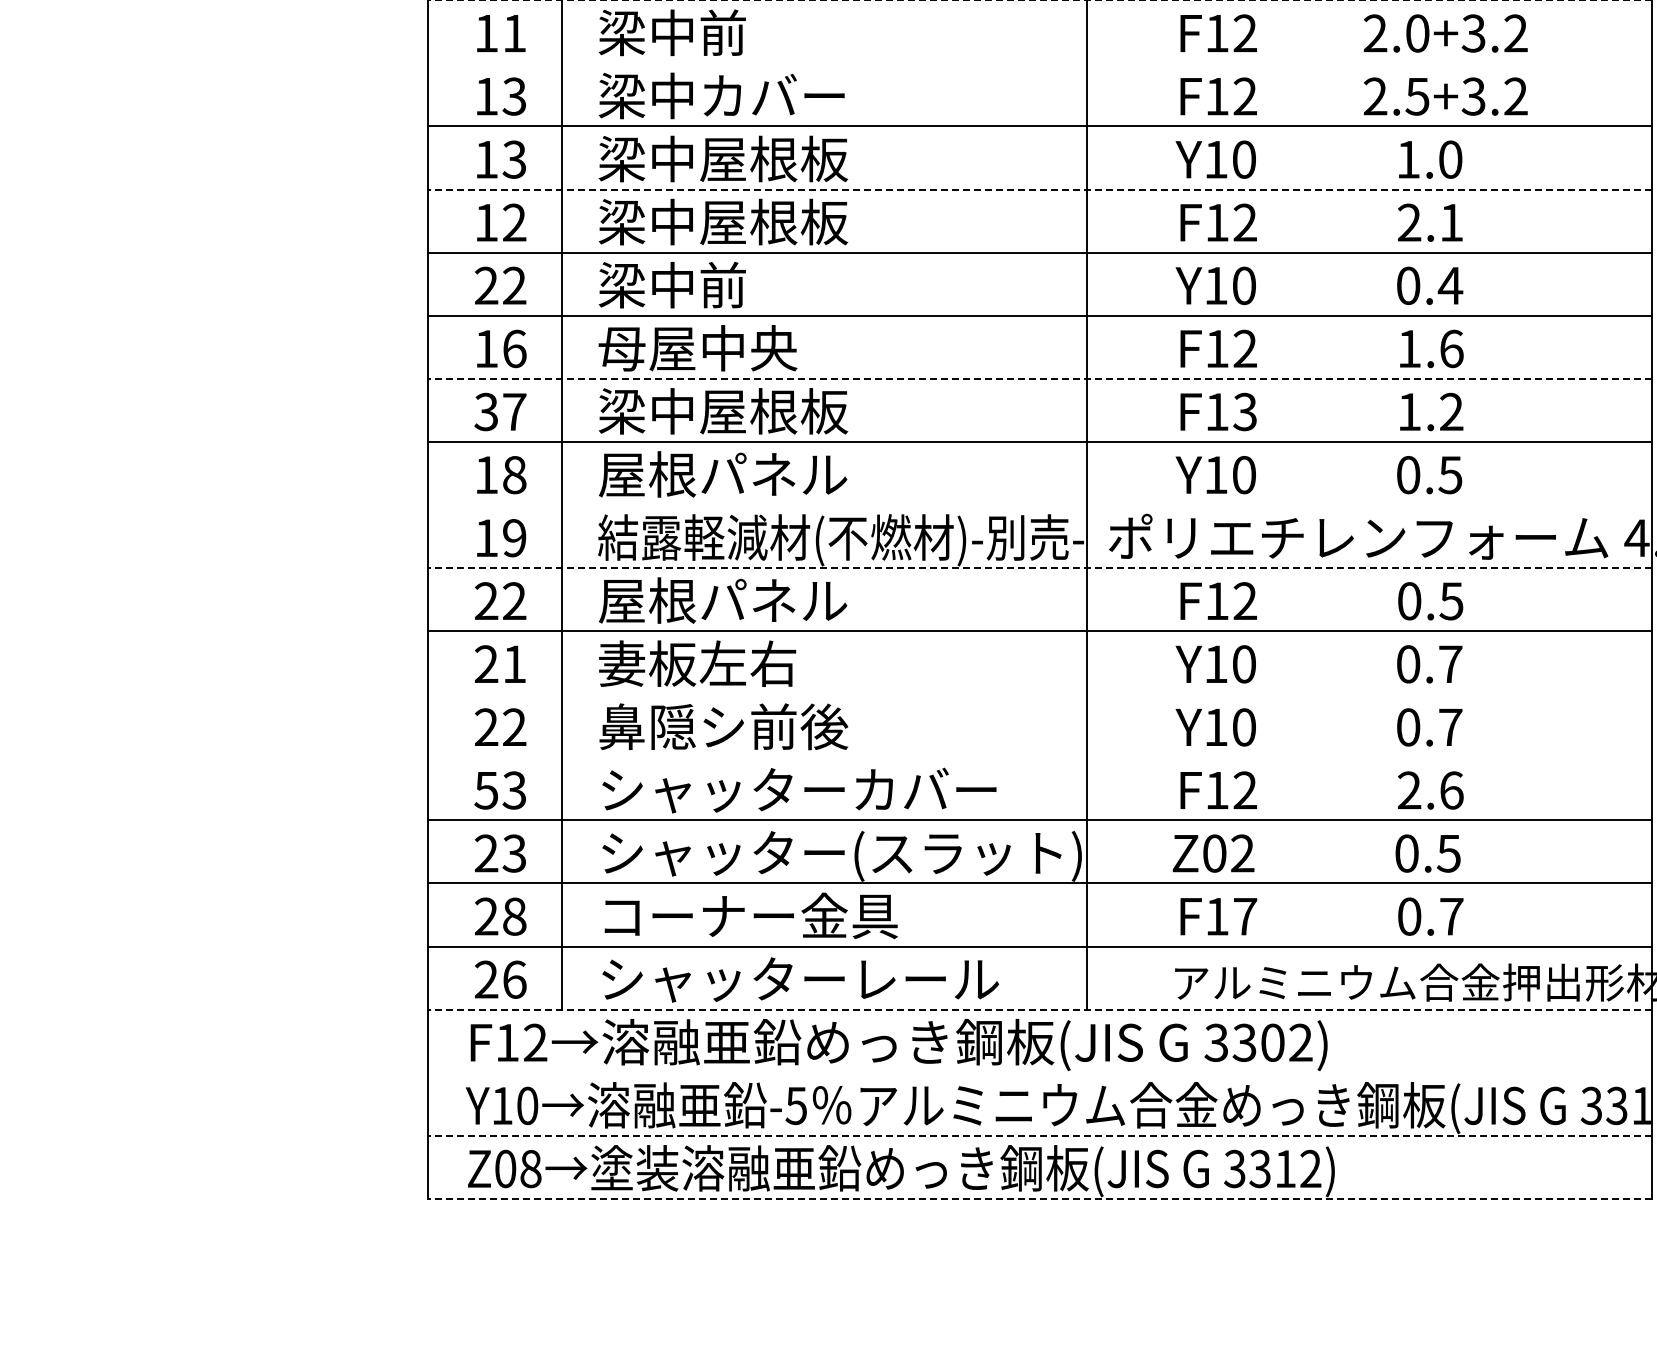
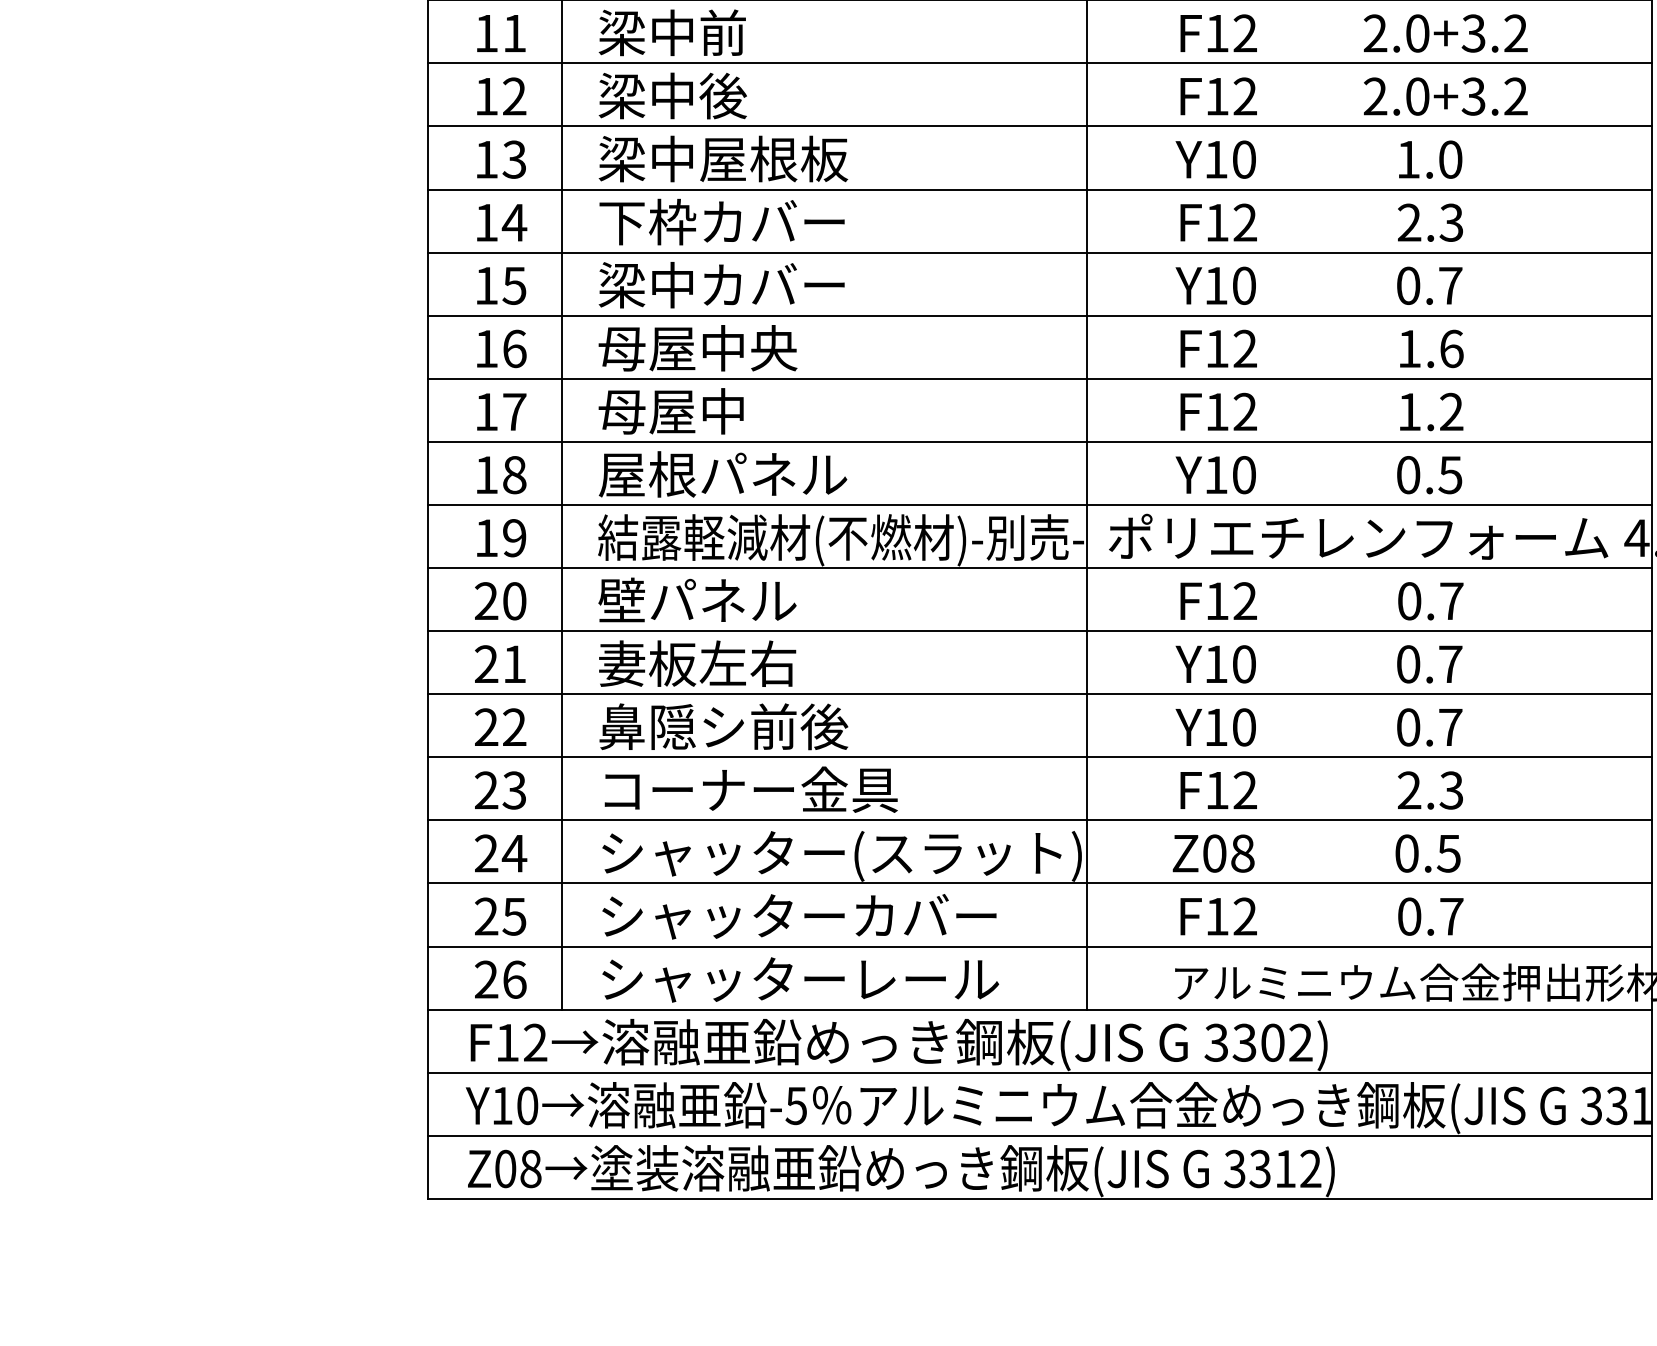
line at (1039, 0): dashed -> solid
line at (1039, 63): none -> present
text at (771, 95): 梁中カバー -> 梁中後
text at (514, 96): 13 -> 12
text at (1417, 96): 2.5+3.2 -> 2.0+3.2
line at (1039, 189): dashed -> solid
text at (723, 221): 梁中屋根板 -> 下枠カバー
text at (514, 222): 12 -> 14
text at (1451, 222): 2.1 -> 2.3
text at (772, 284): 梁中前 -> 梁中カバー
text at (500, 285): 22 -> 15
text at (1450, 285): 0.4 -> 0.7
line at (1039, 378): dashed -> solid
text at (485, 411): 37 -> 17
text at (723, 411): 梁中屋根板 -> 母屋中
text at (1244, 412): F13 -> F12
line at (1039, 504): none -> present
line at (1039, 568): dashed -> solid
text at (722, 600): 屋根パネル -> 壁パネル
text at (514, 601): 22 -> 20
text at (1451, 601): 0.5 -> 0.7
line at (1039, 694): none -> present
line at (1039, 757): none -> present
text at (799, 789): シャッターカバー -> コーナー金具
text at (486, 790): 53 -> 23
text at (1451, 790): 2.6 -> 2.3
text at (514, 853): 23 -> 24
text at (1242, 853): Z02 -> Z08
text at (799, 915): コーナー金具 -> シャッターカバー
text at (514, 916): 28 -> 25
text at (1245, 916): F17 -> F12
line at (1039, 1009): dashed -> solid
line at (1039, 1072): none -> present
line at (1039, 1135): dashed -> solid
line at (1039, 1198): dashed -> solid
